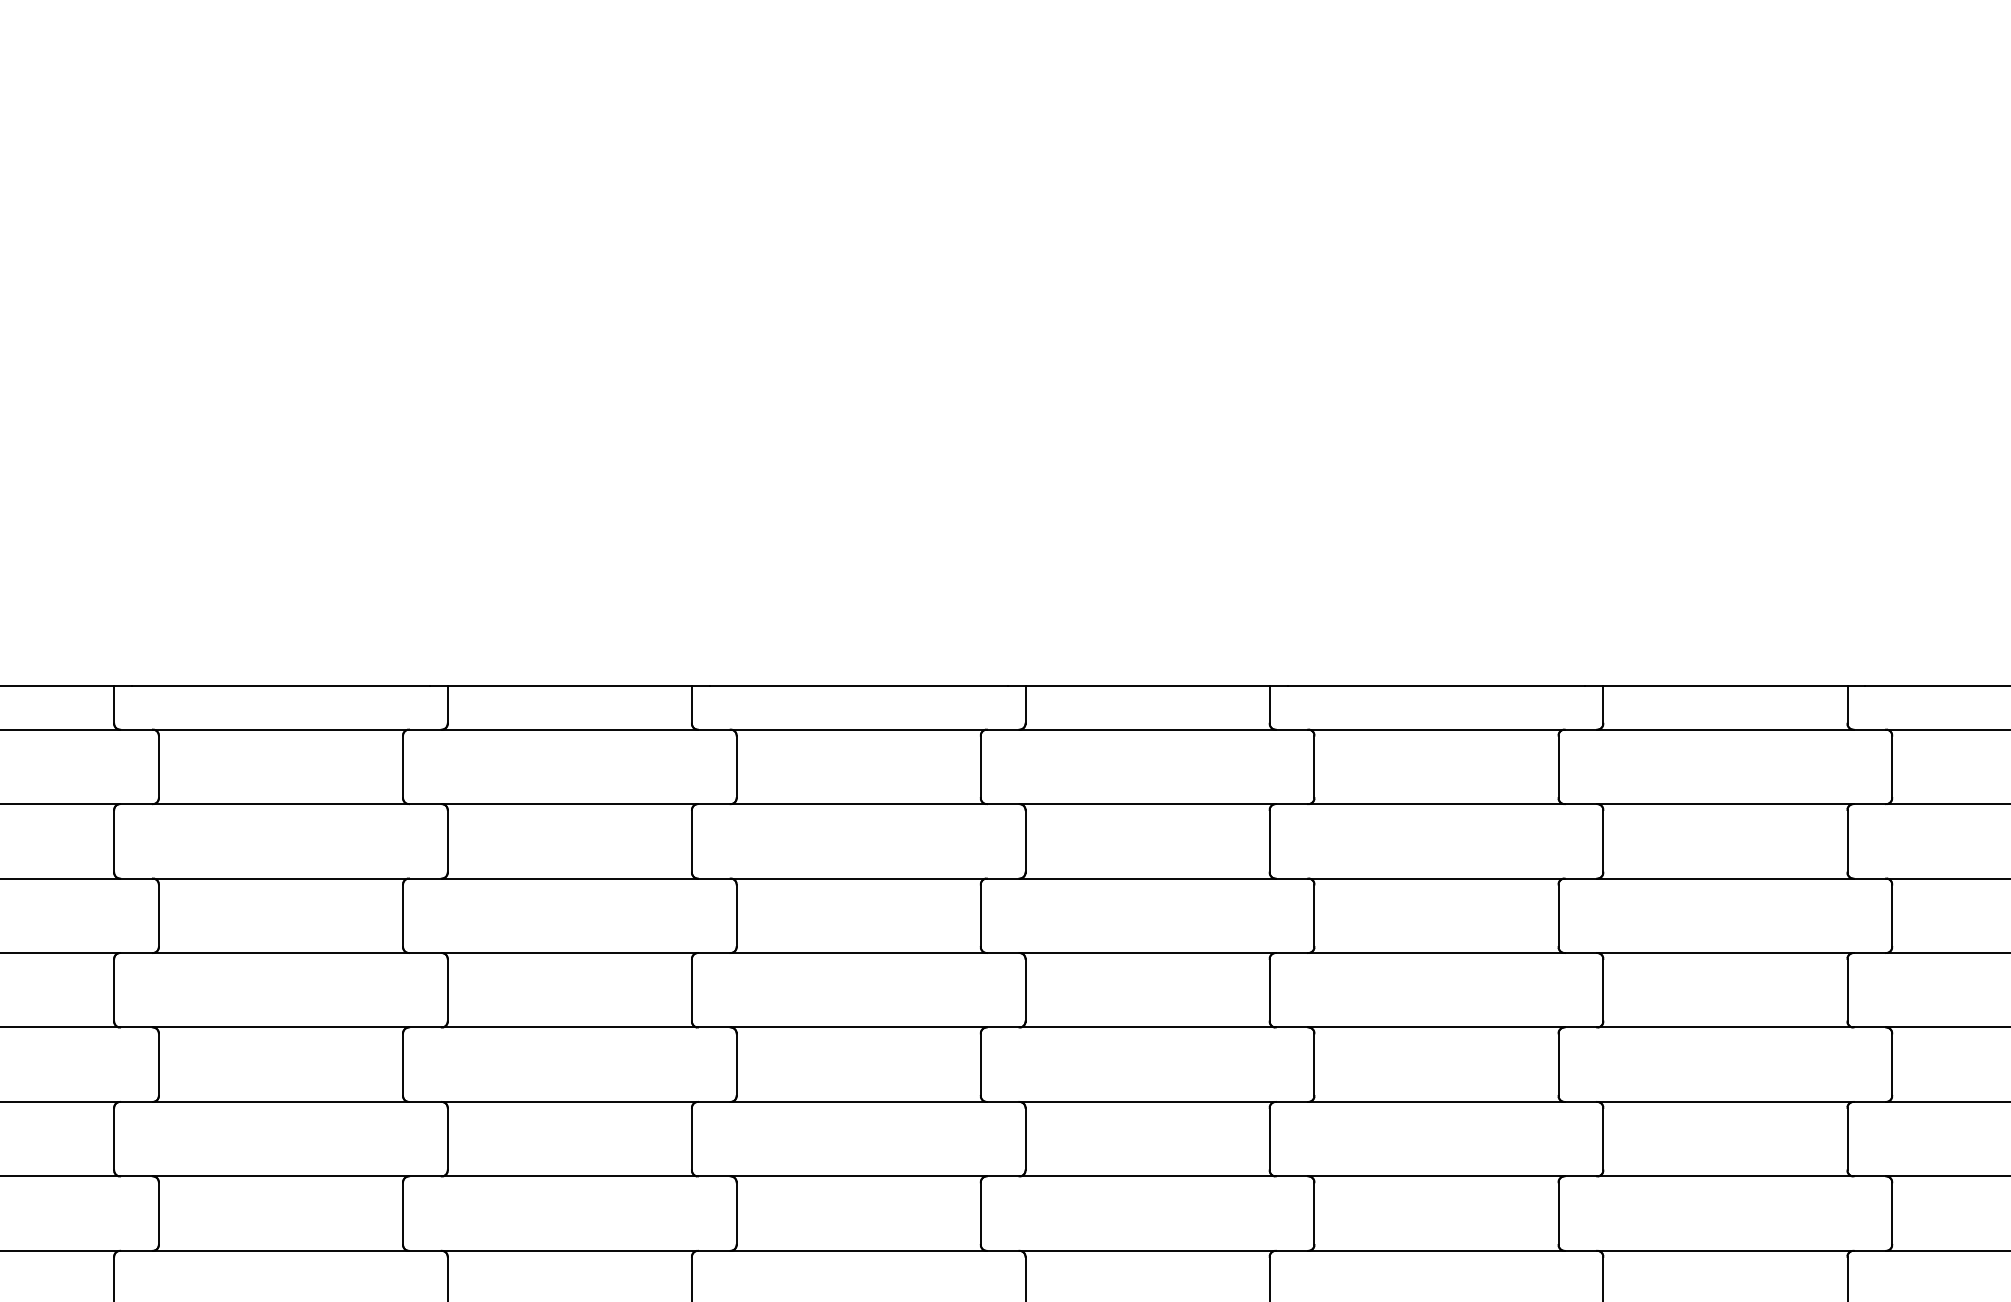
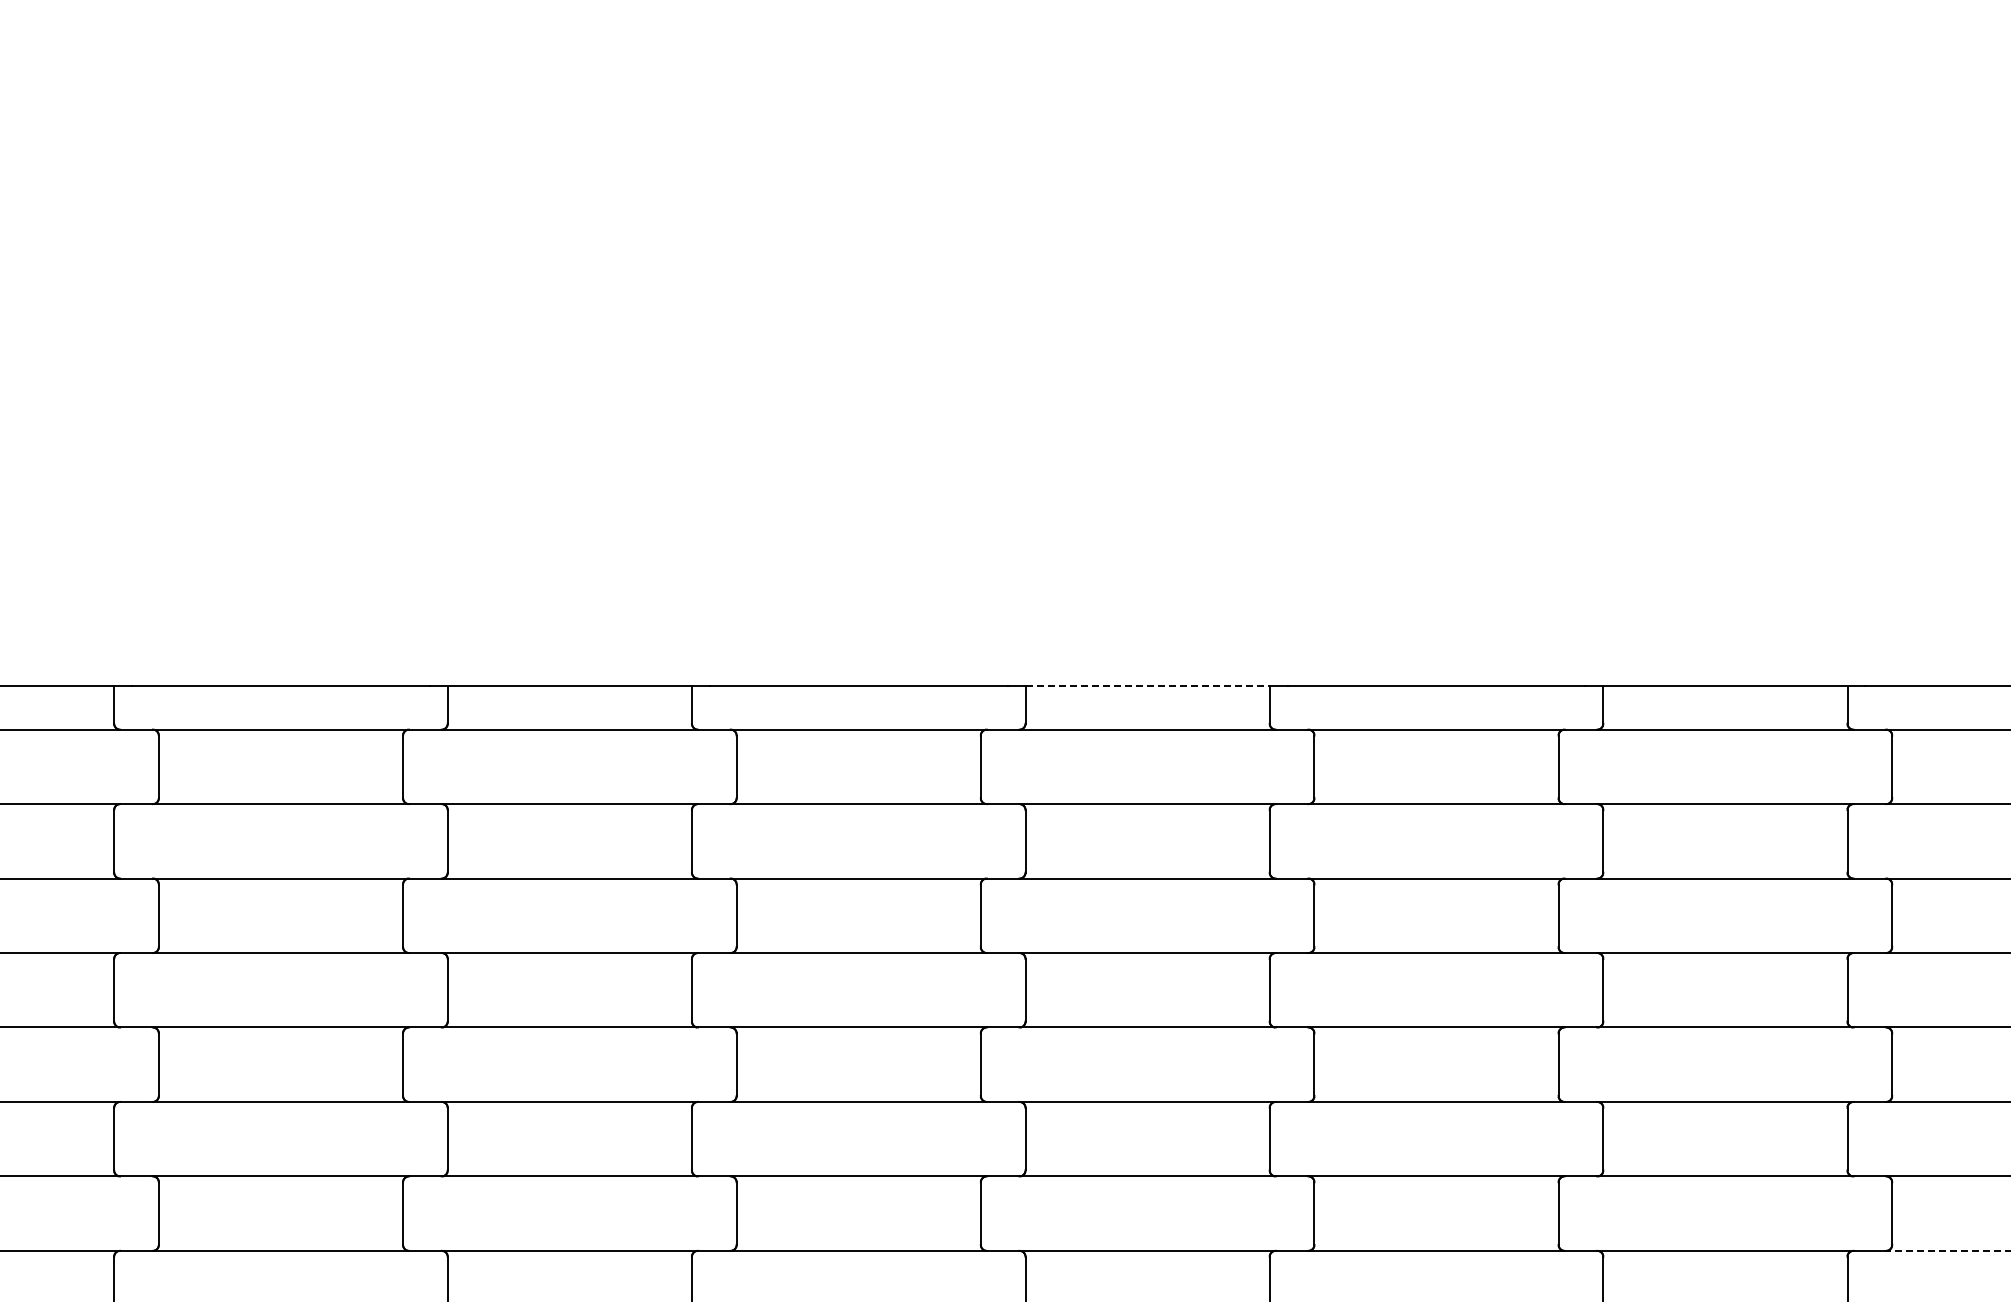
line at (1148, 685): solid -> dashed
line at (1948, 1250): solid -> dashed
